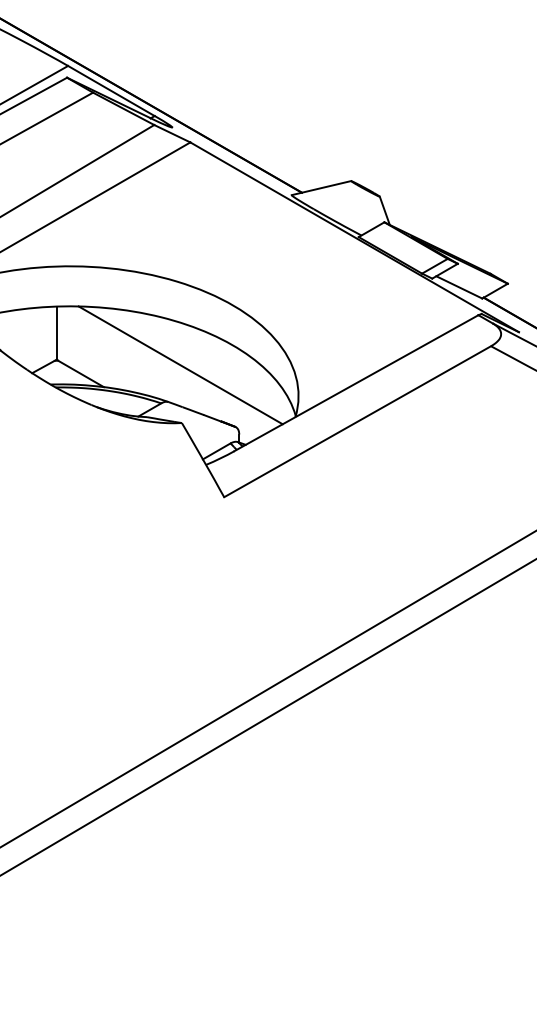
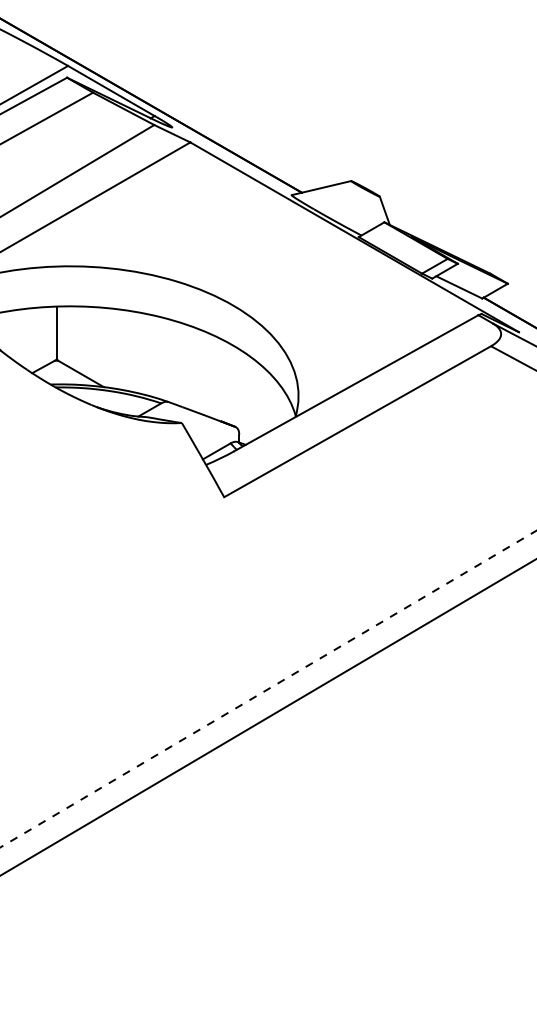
line at (180, 365): present -> none
line at (267, 689): solid -> dashed
